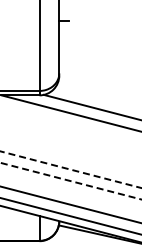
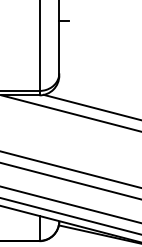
line at (71, 169): dashed -> solid
line at (70, 181): dashed -> solid
